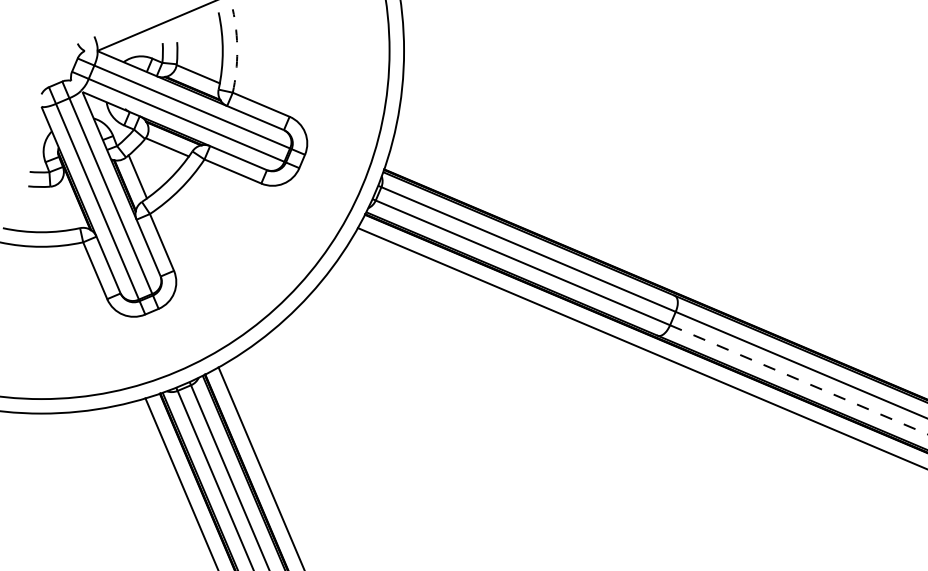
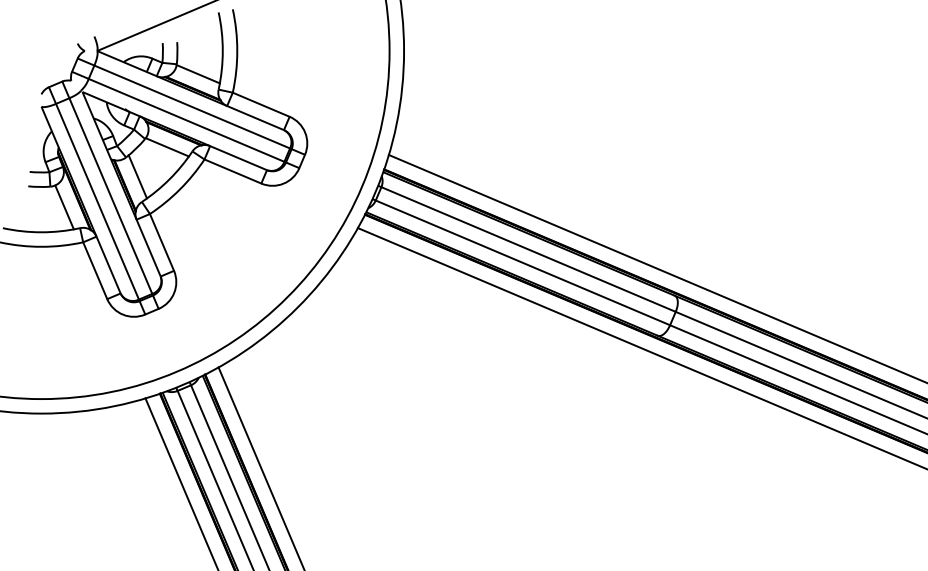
arc at (237, 51): dashed -> solid
line at (64, 207): none -> present
line at (656, 268): none -> present
line at (798, 379): dashed -> solid
